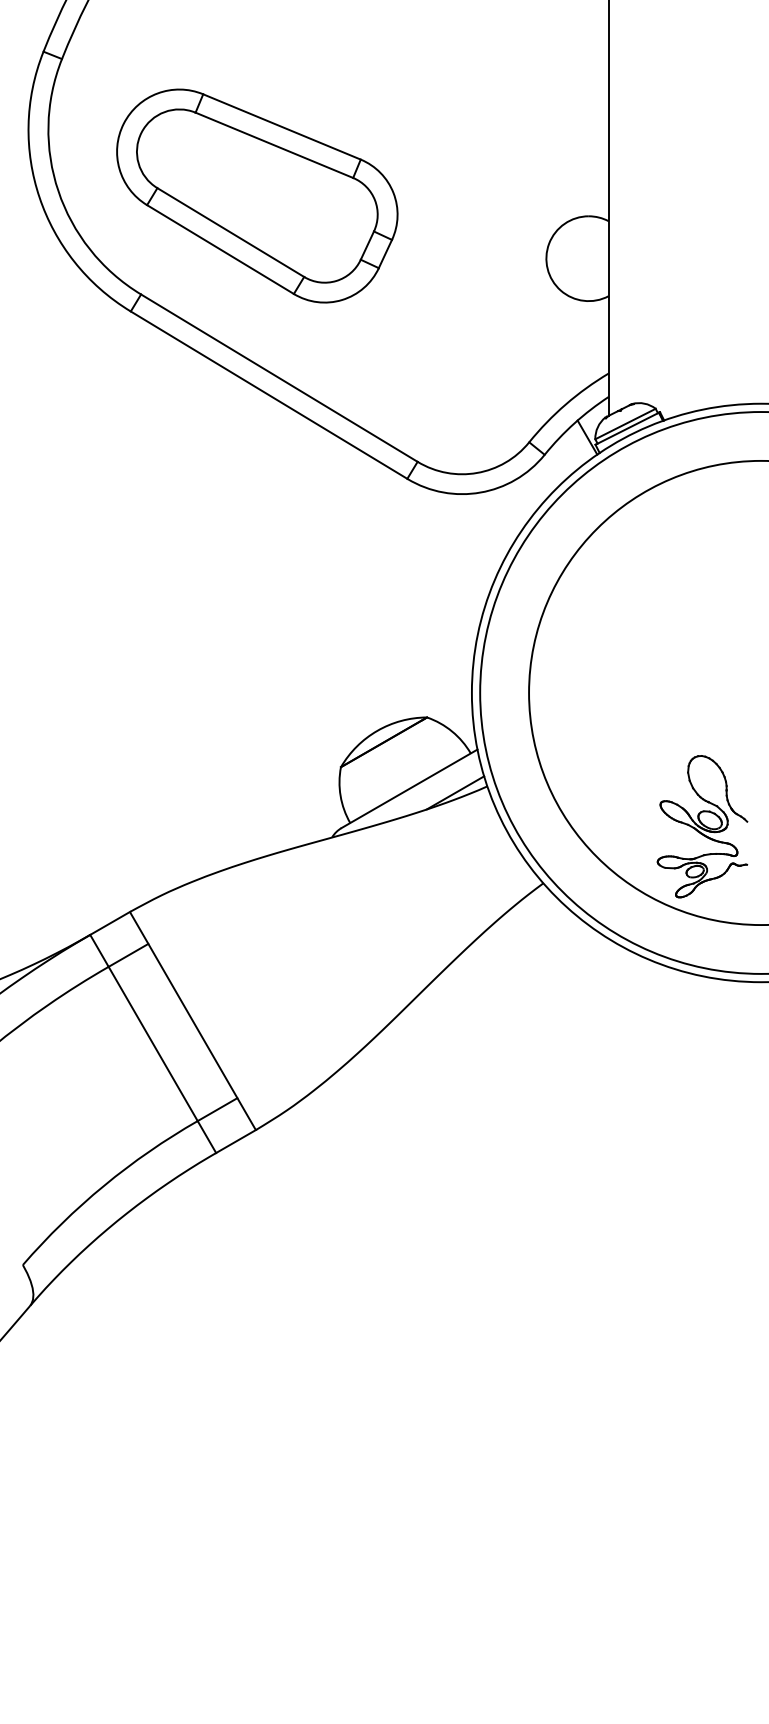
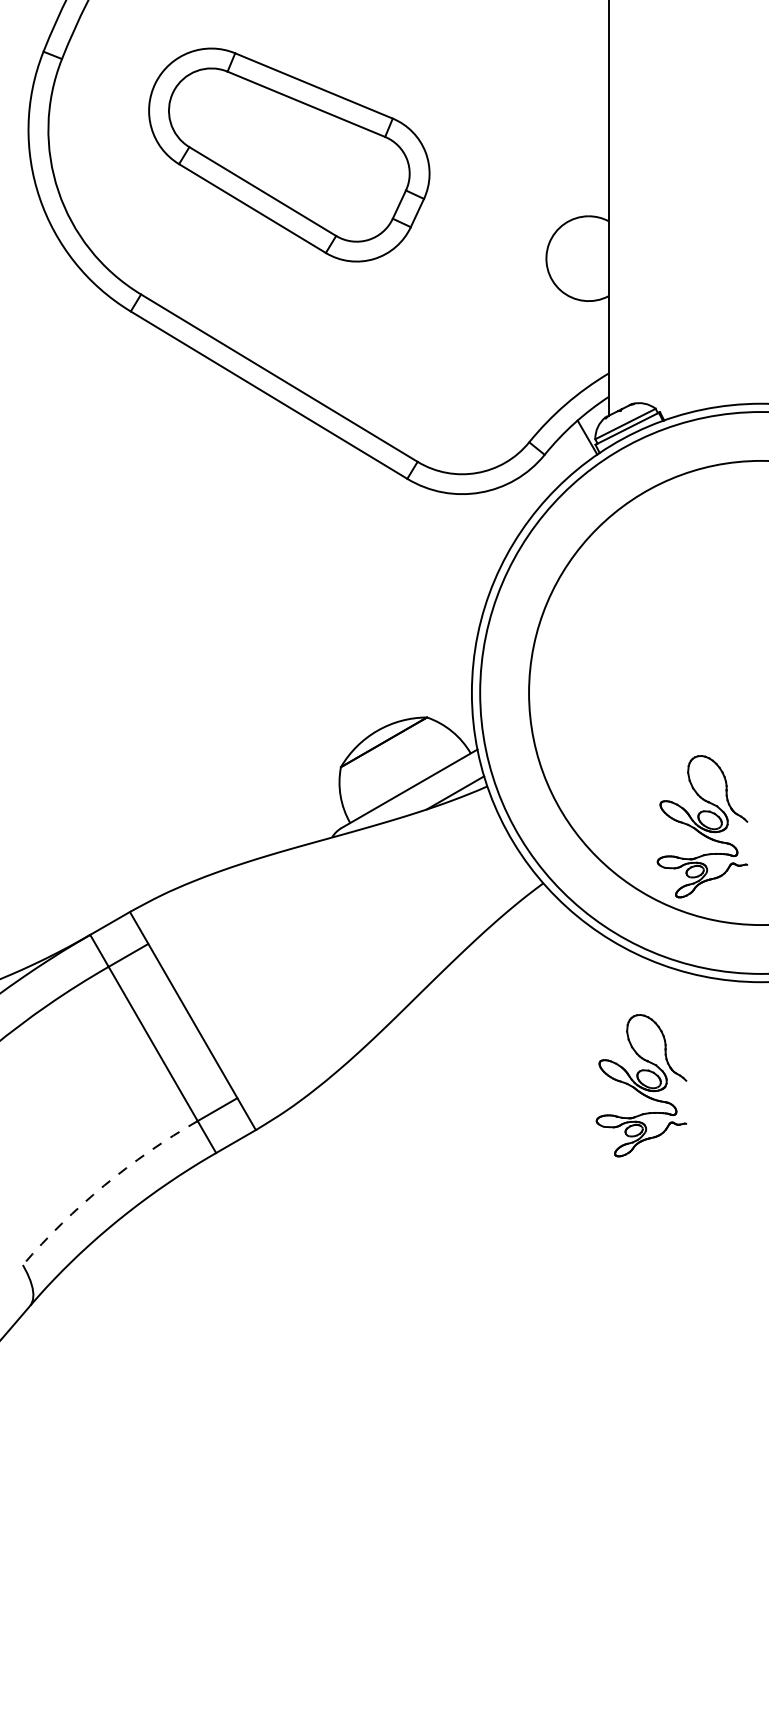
part at (257, 195) position: (257, 195) -> (289, 154)
part at (641, 1085): none -> present
arc at (104, 1185): solid -> dashed
